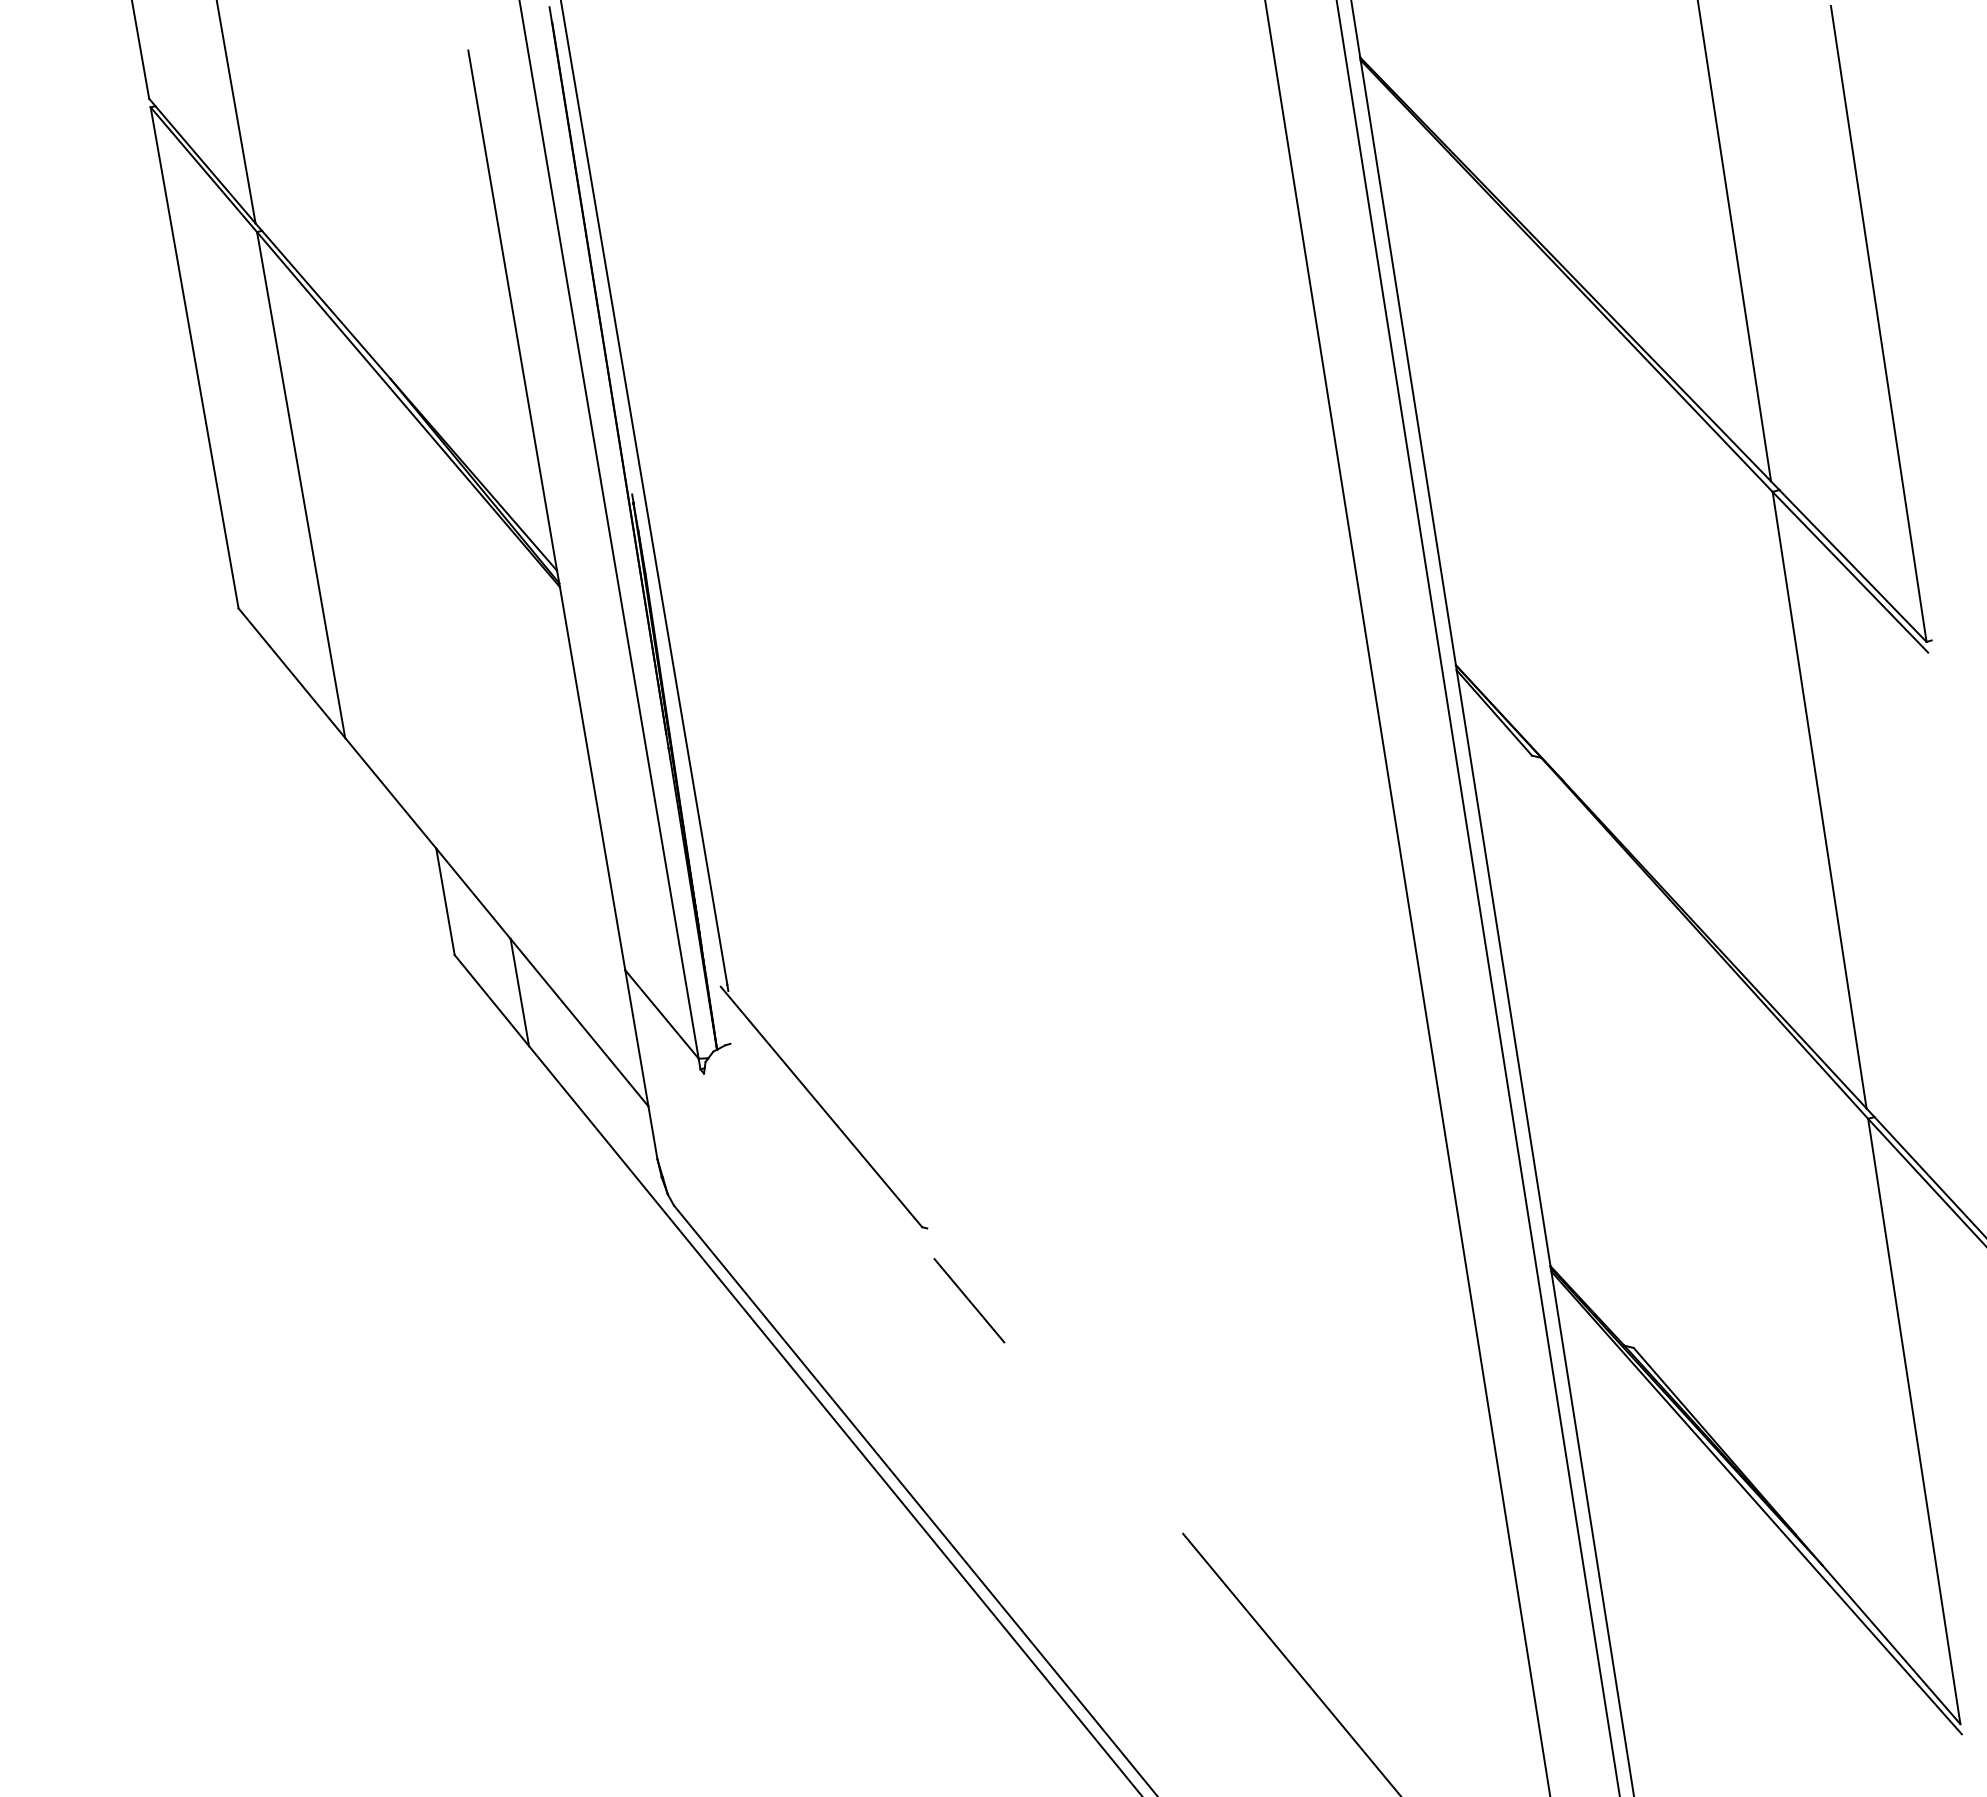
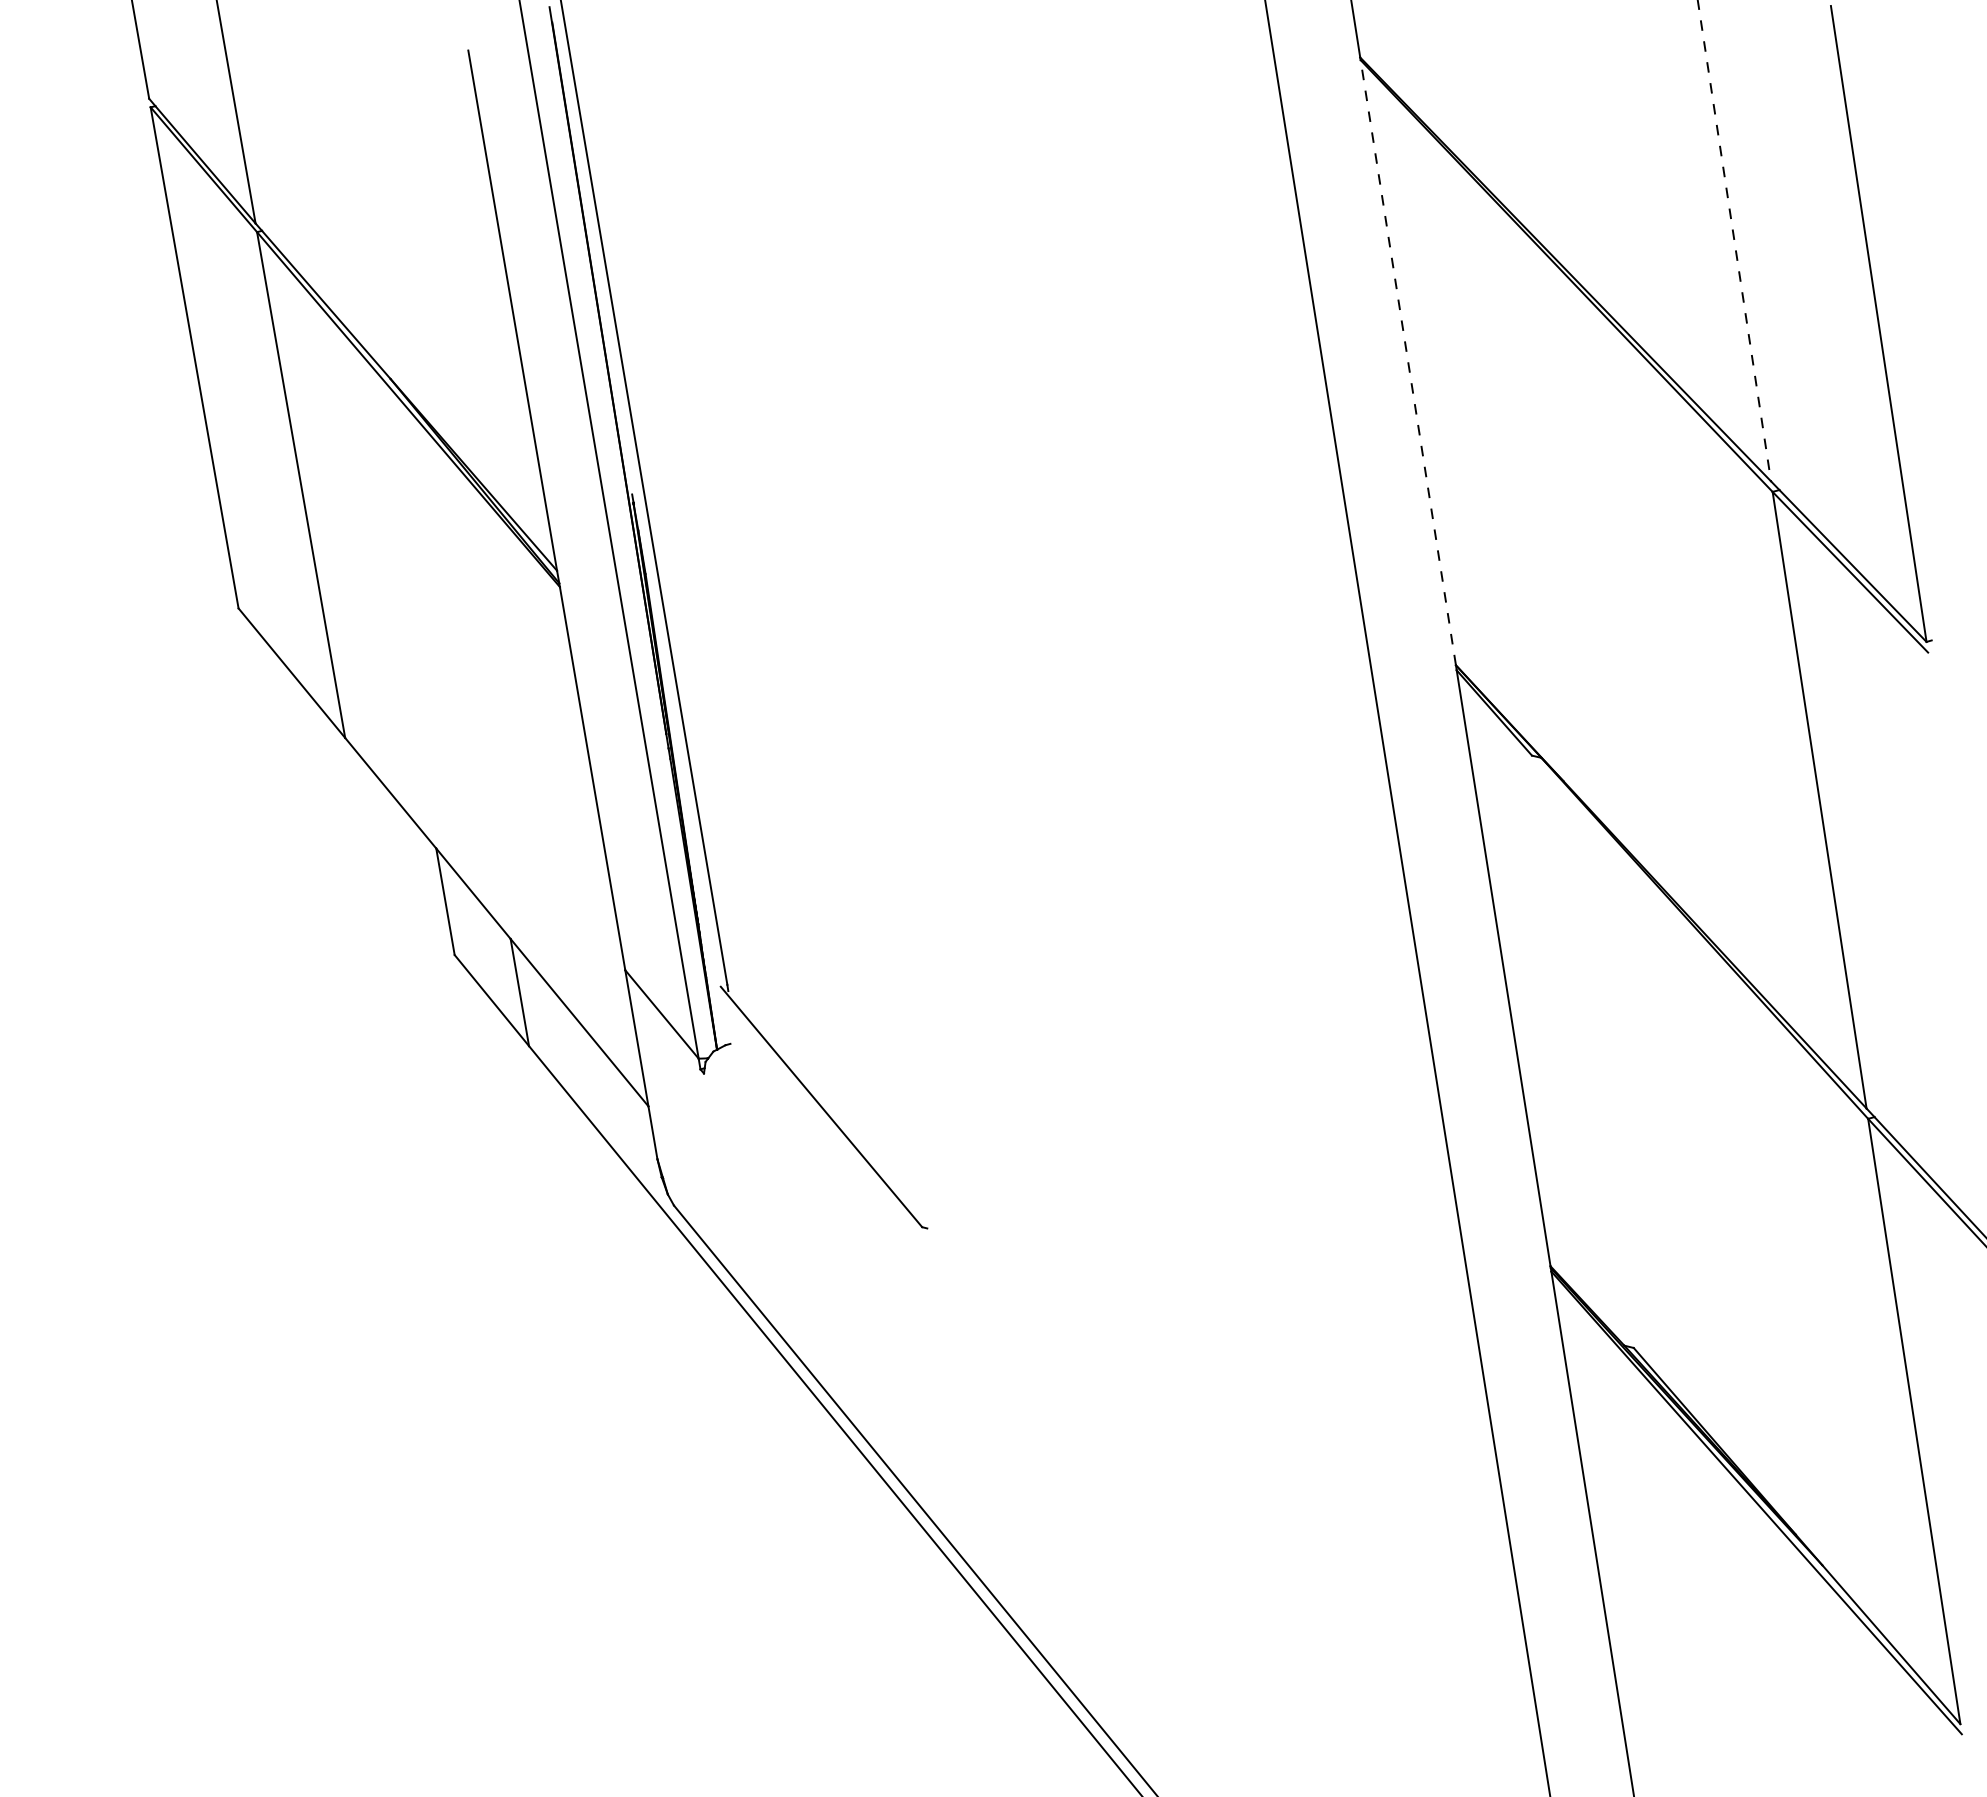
line at (1734, 241): solid -> dashed
line at (1408, 362): solid -> dashed
line at (1477, 897): present -> none
line at (969, 1300): present -> none
line at (1290, 1663): present -> none
